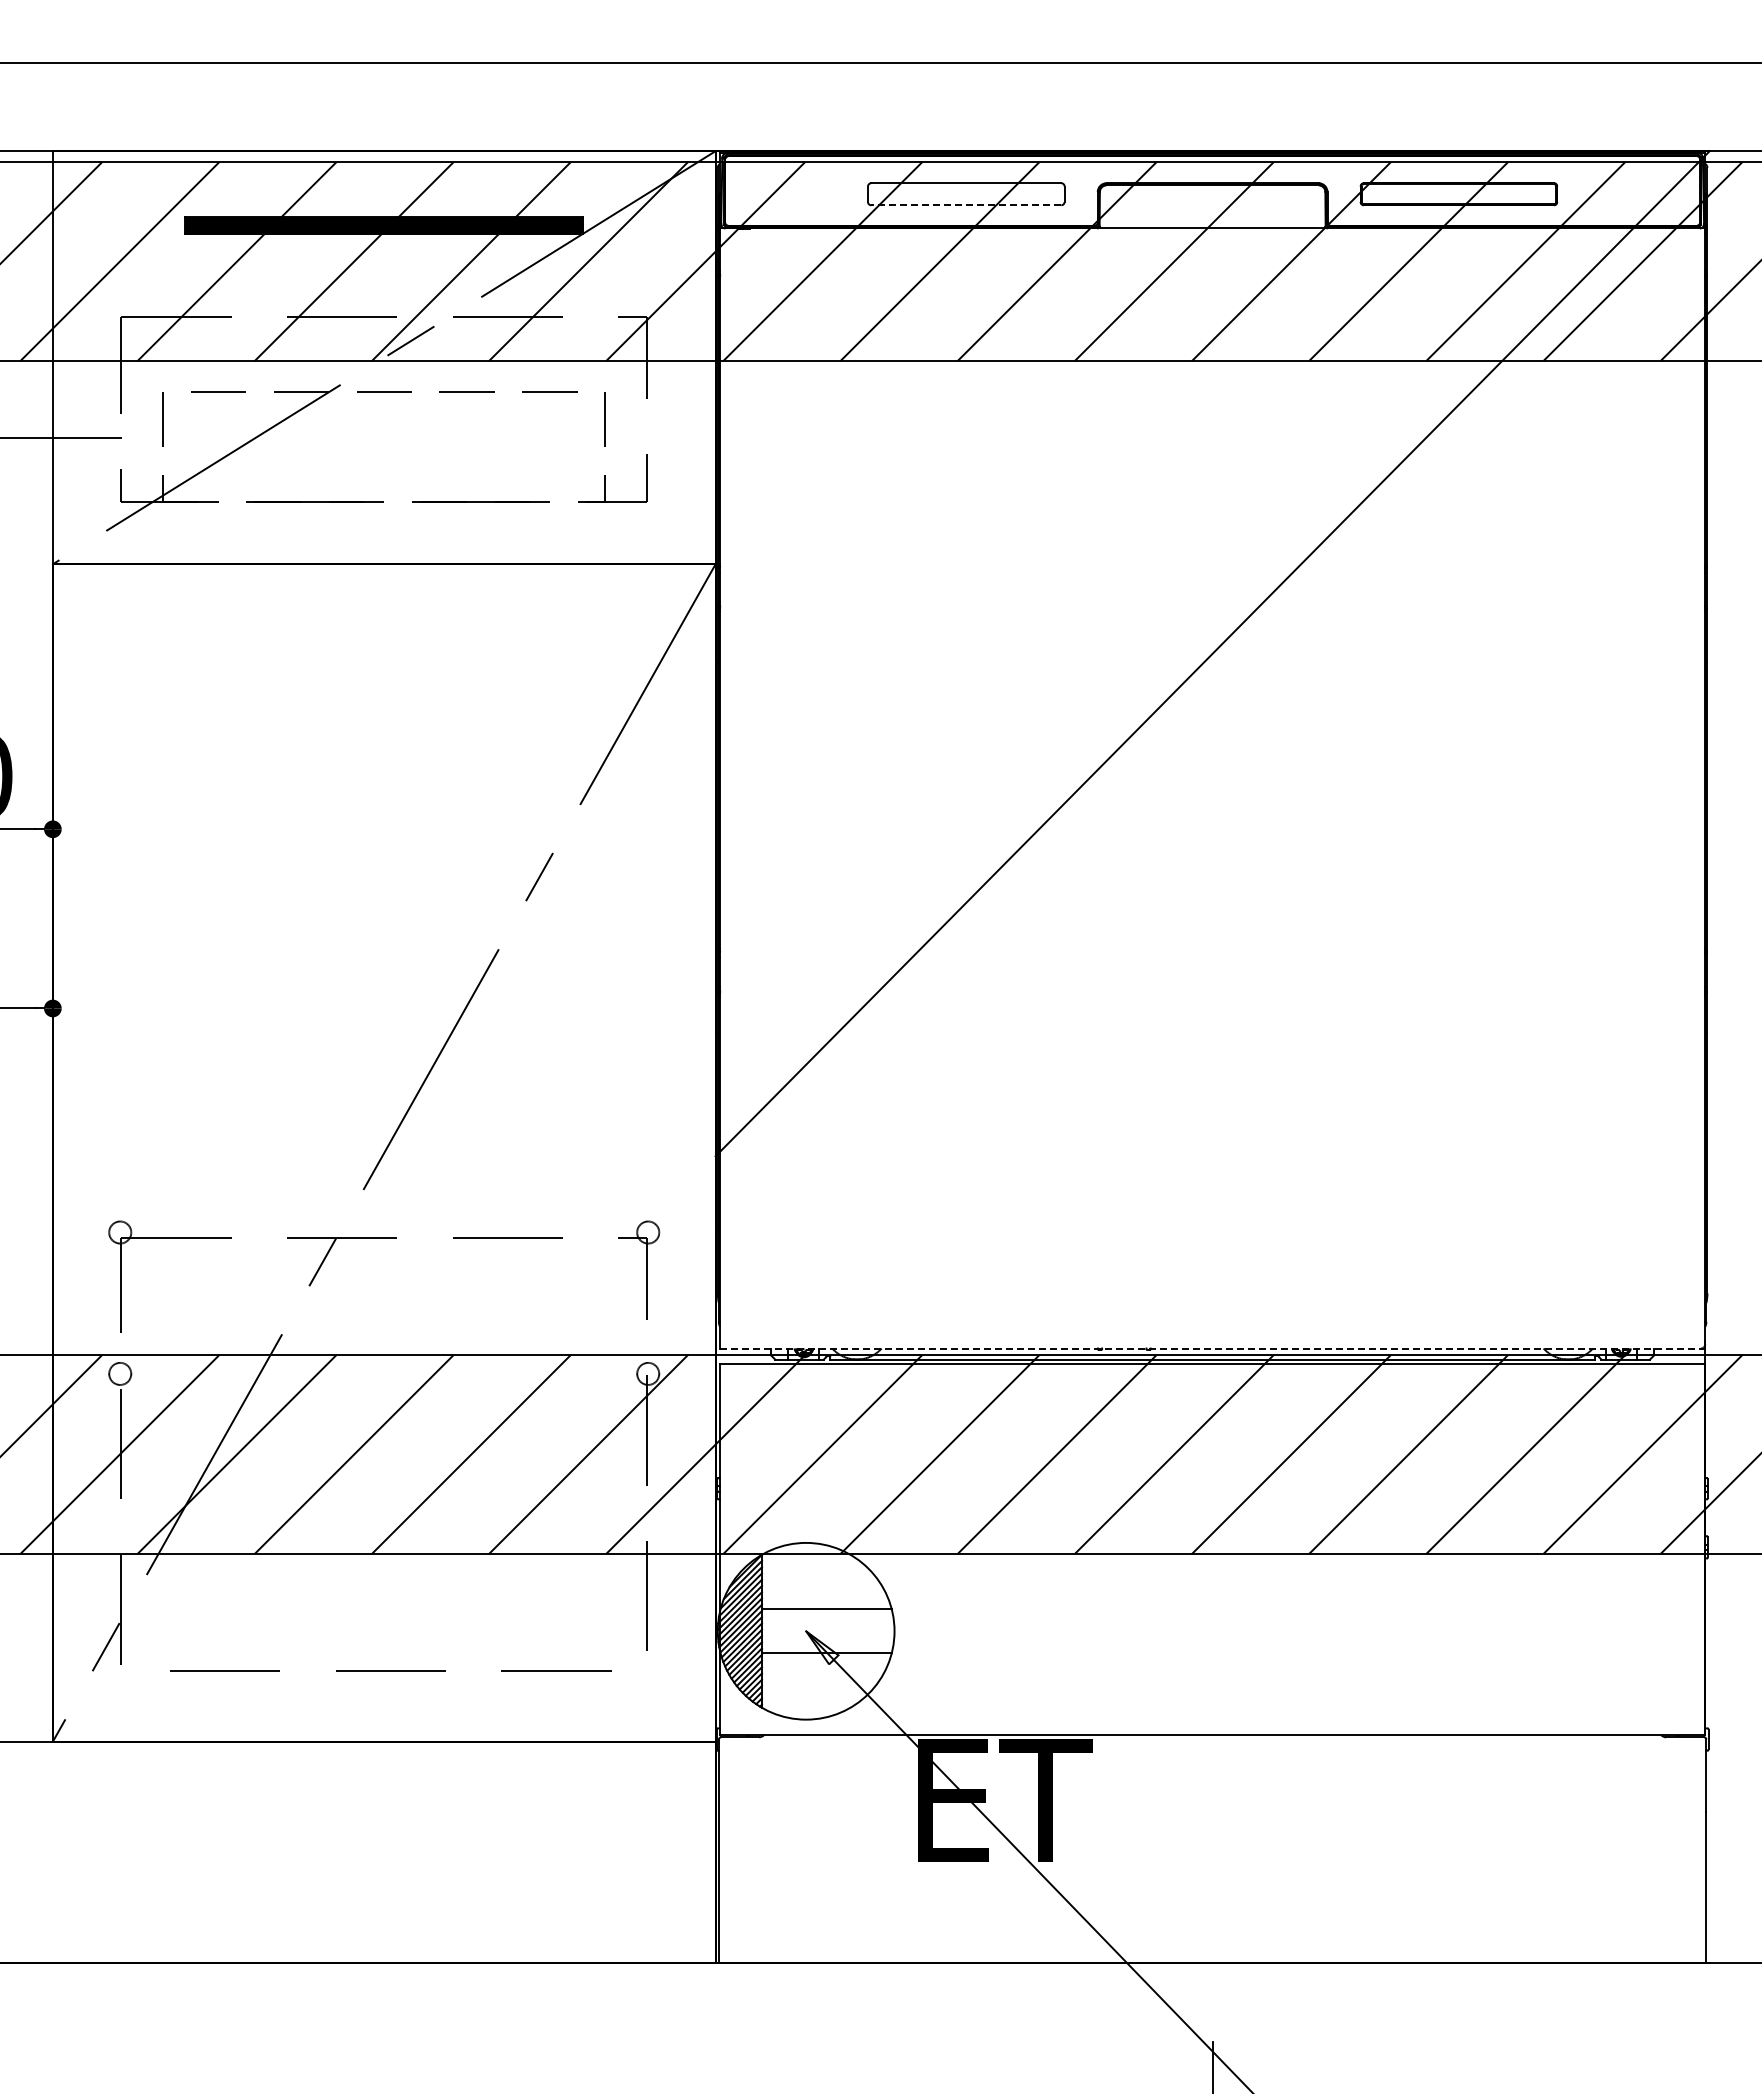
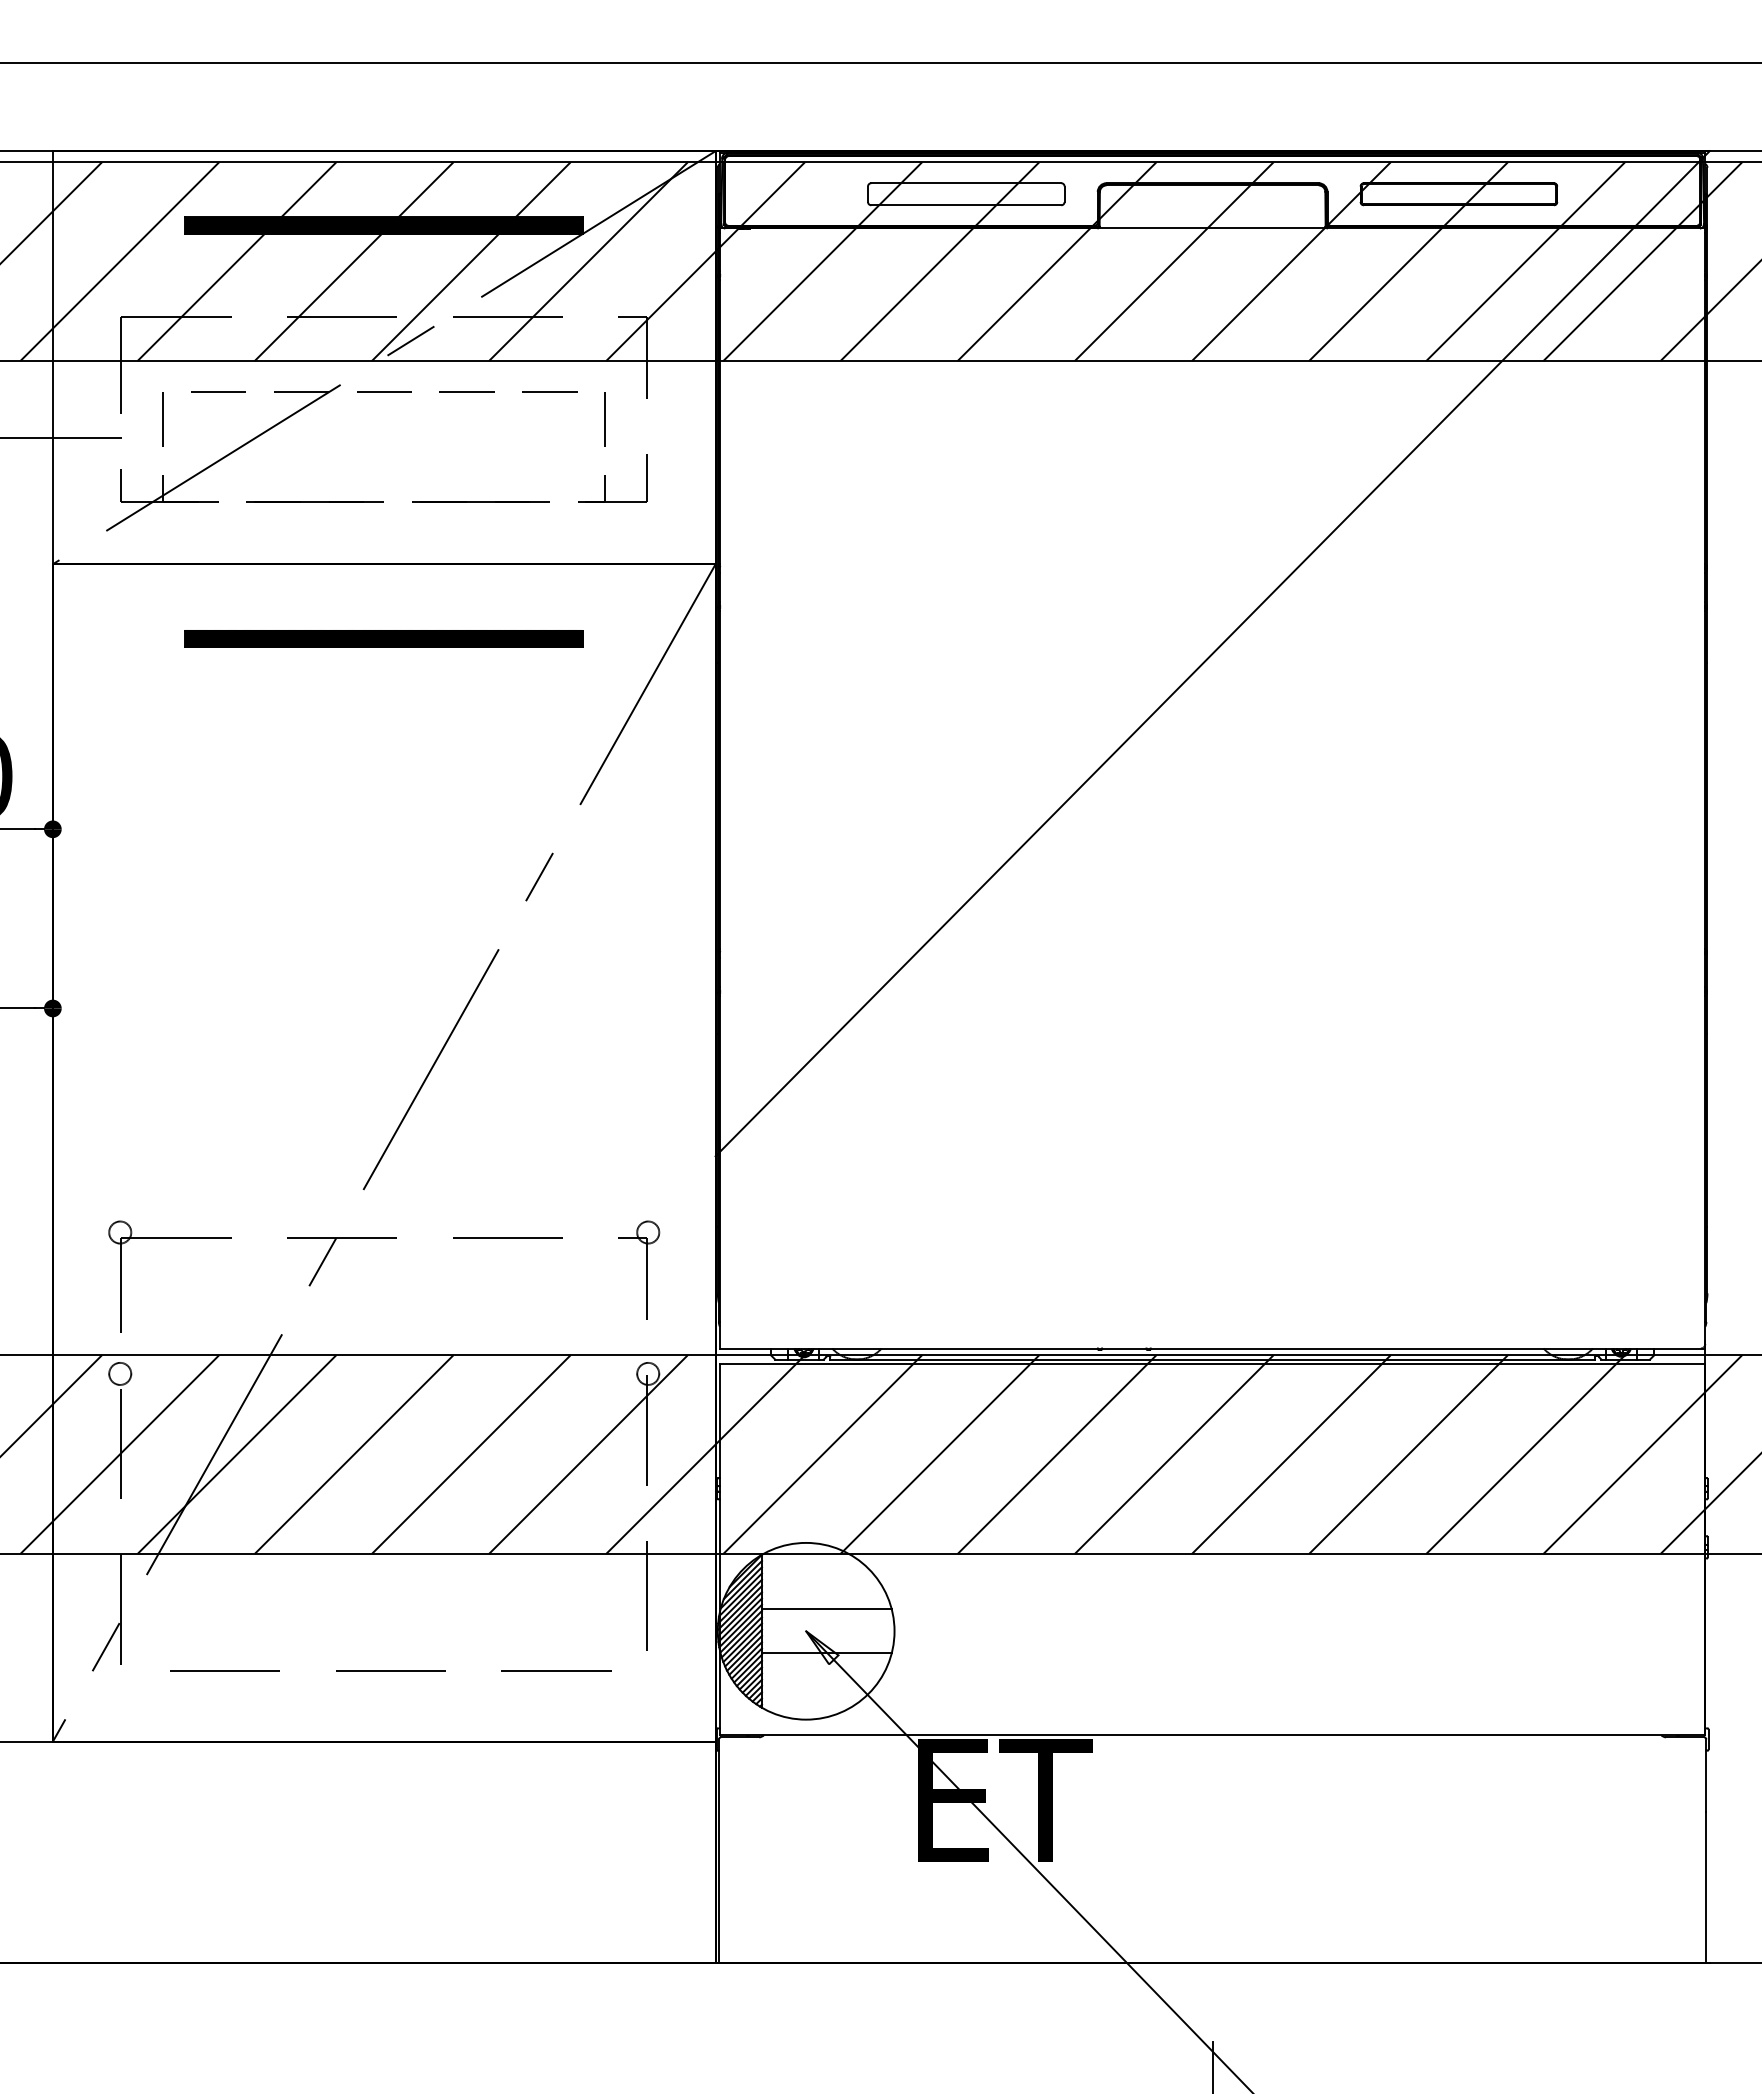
line at (966, 205): dashed -> solid
part at (383, 638): none -> present
line at (1212, 1348): dashed -> solid
